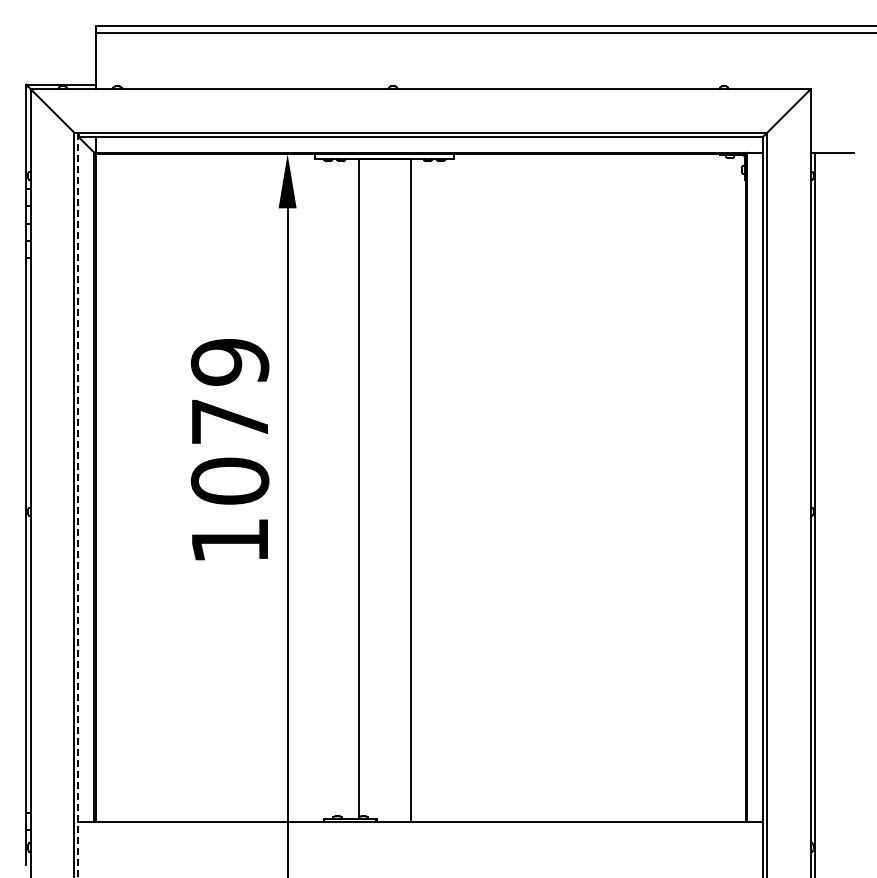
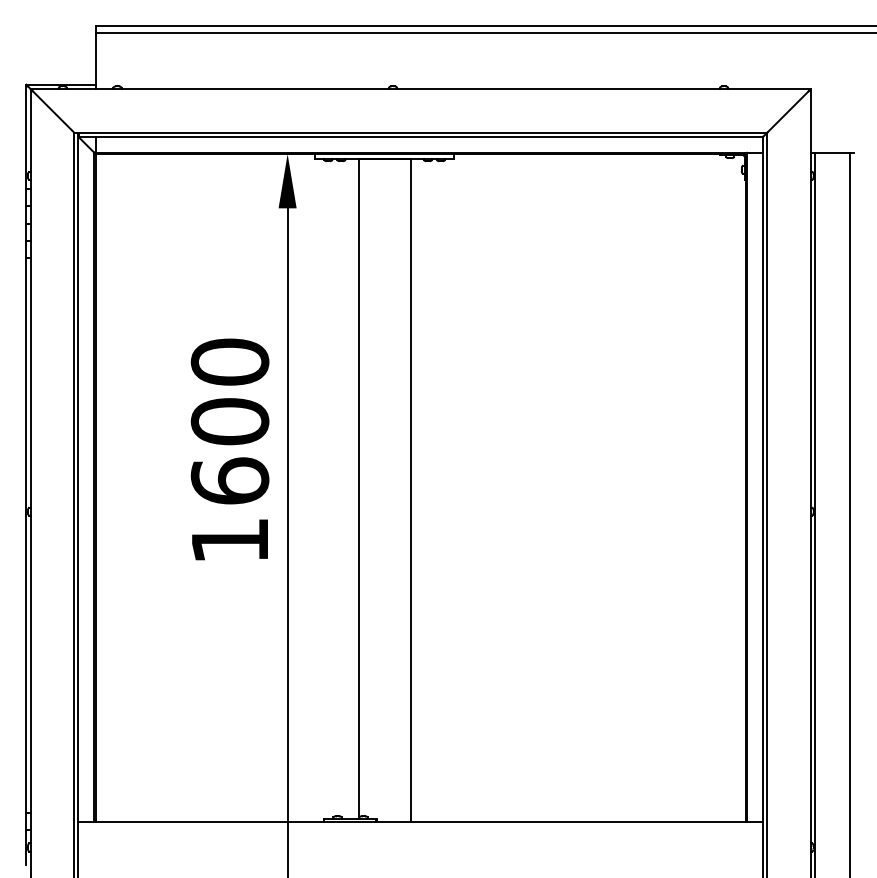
text at (229, 421): 1079 -> 1600
line at (78, 505): dashed -> solid
line at (849, 513): none -> present
